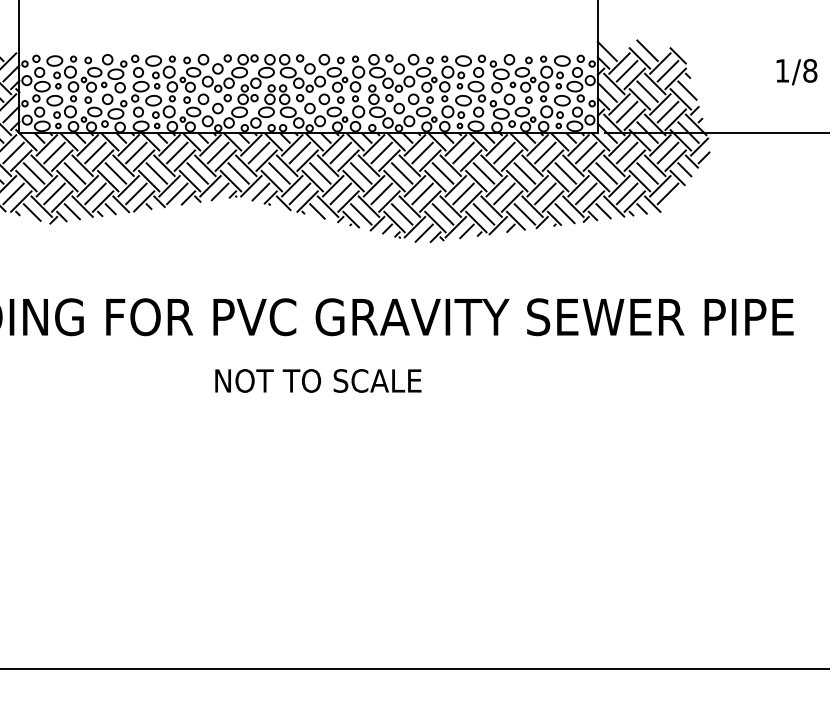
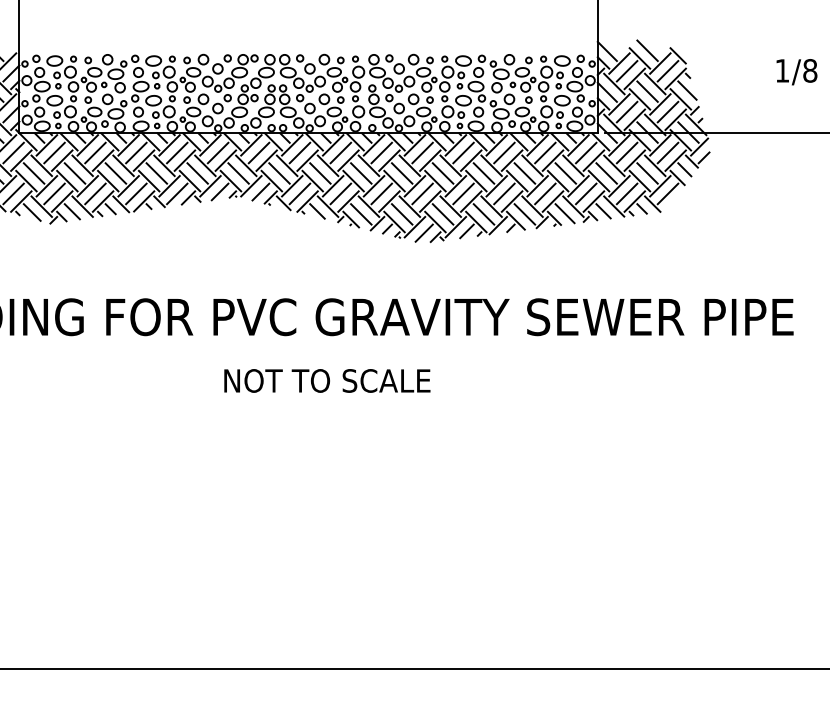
text at (318, 380) position: (318, 380) -> (327, 380)
